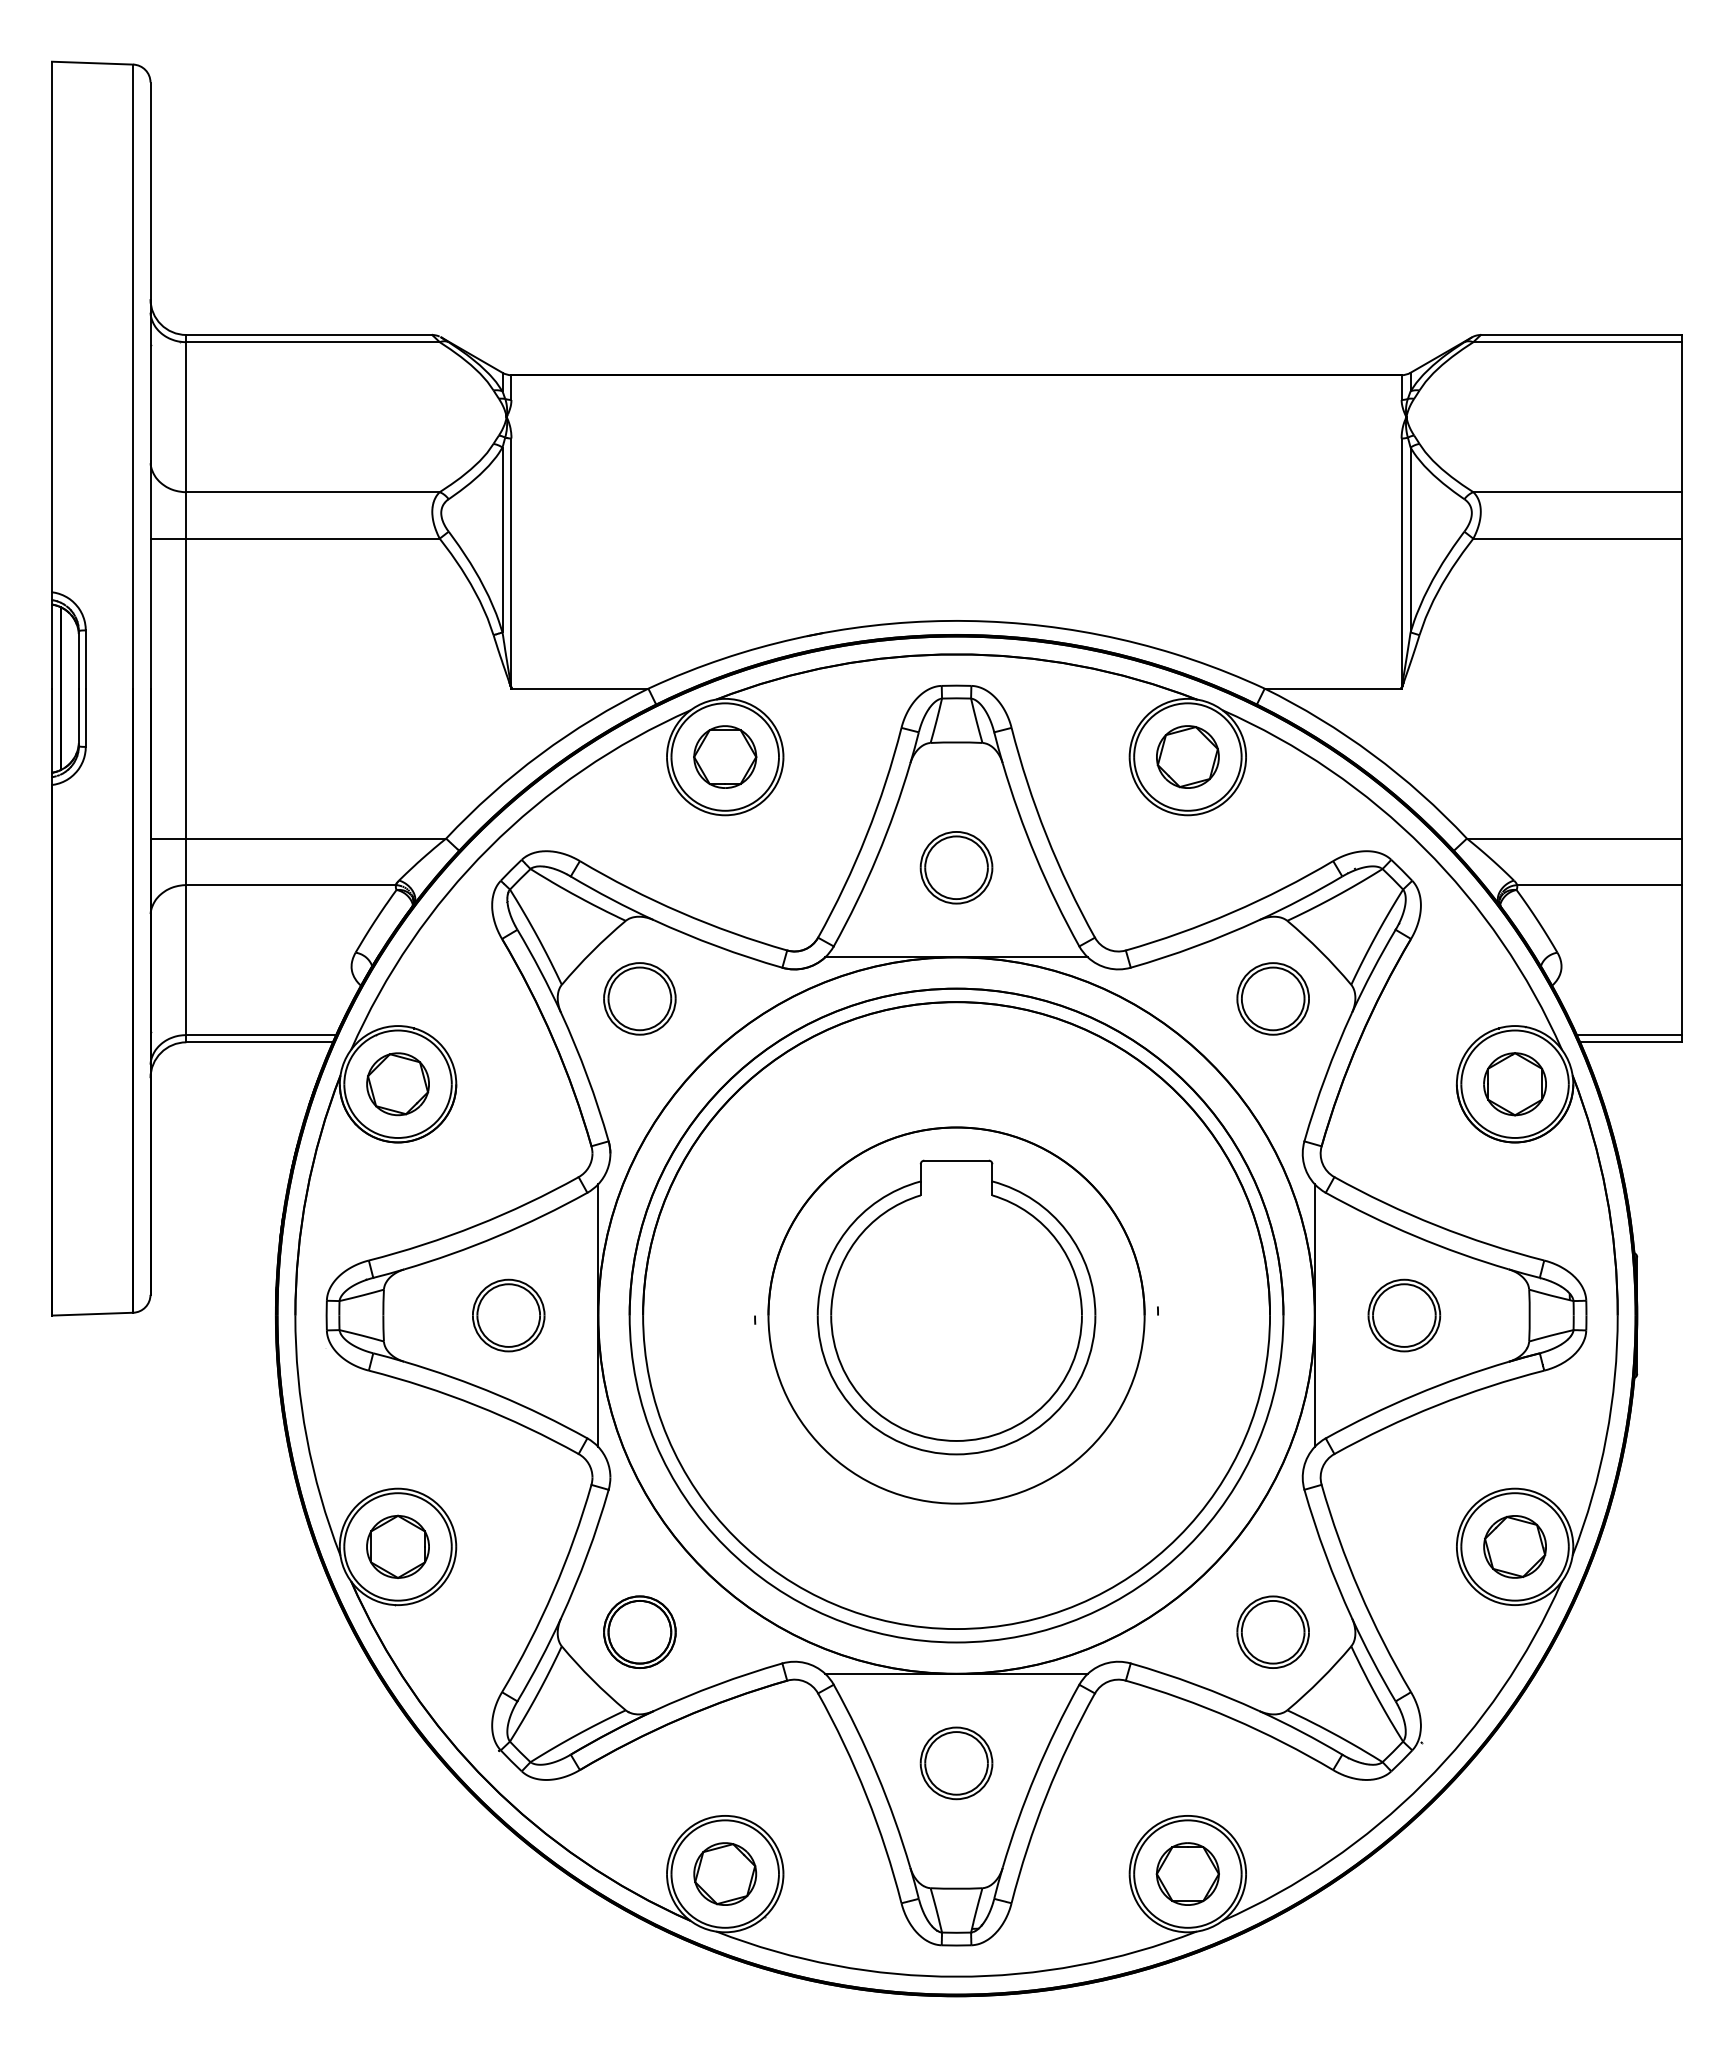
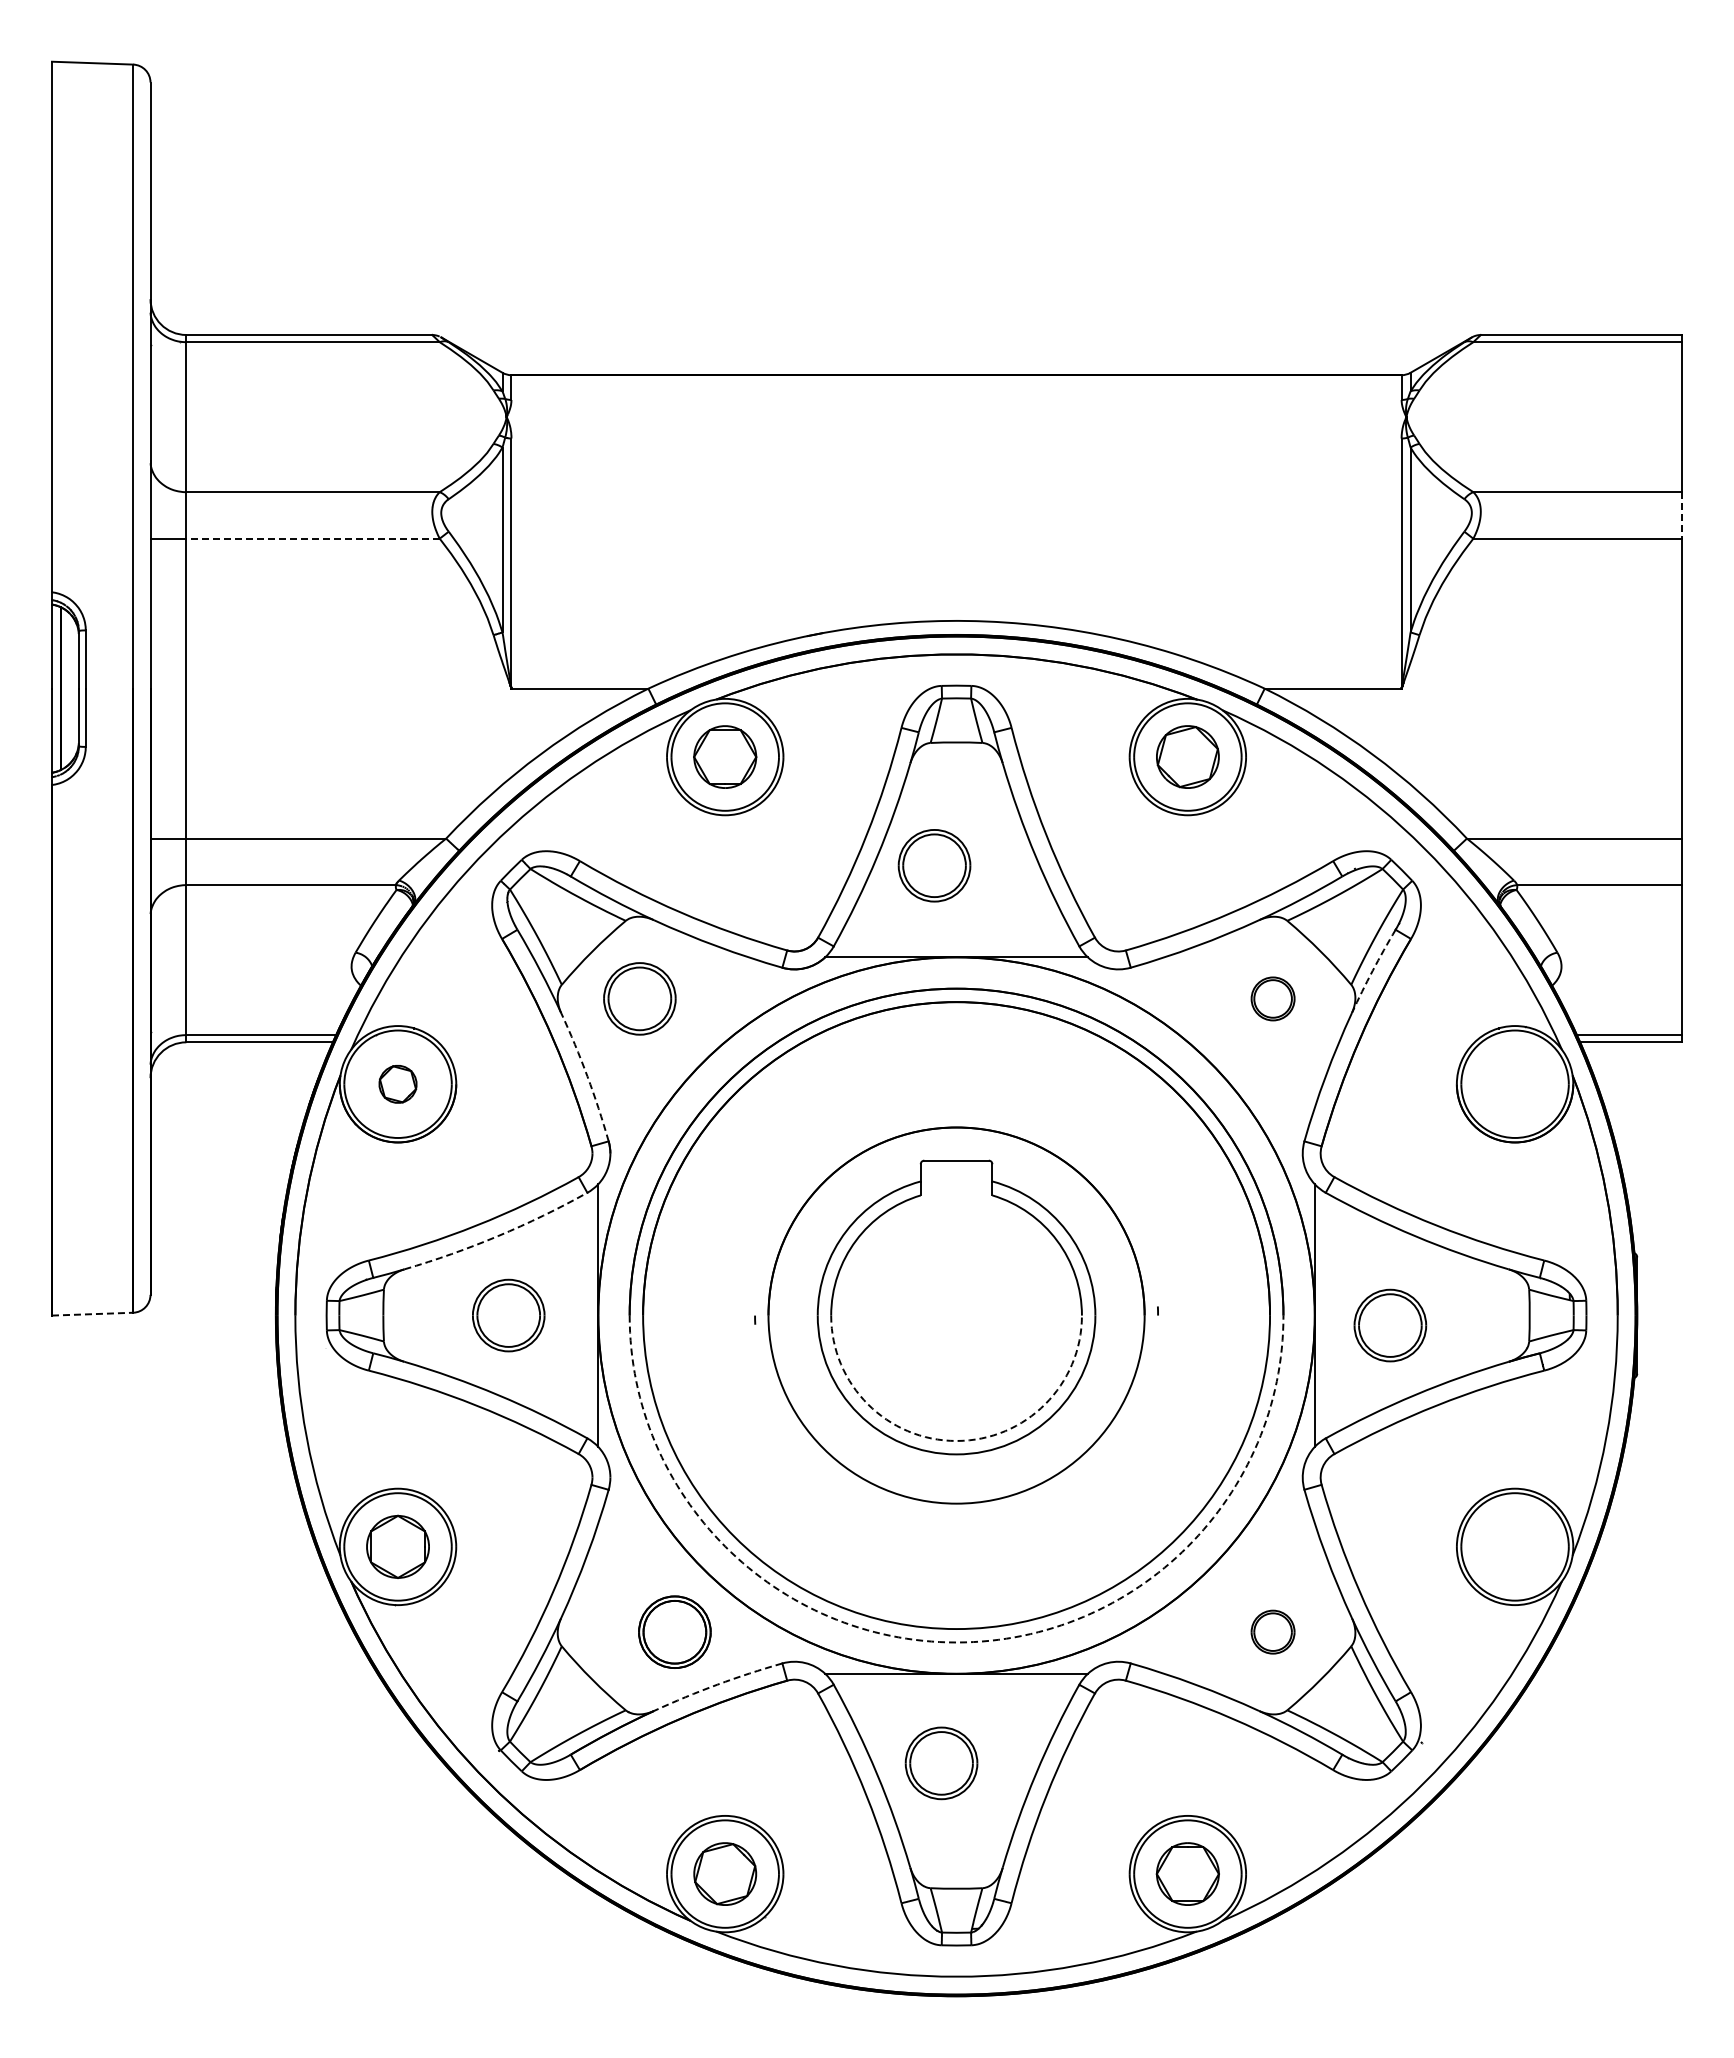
line at (1682, 515): solid -> dashed
line at (313, 538): solid -> dashed
part at (956, 867) position: (956, 867) -> (934, 865)
arc at (1372, 970): solid -> dashed
part at (1272, 998) size: 74x74 px -> 46x46 px
arc at (587, 1076): solid -> dashed
part at (397, 1084) size: 64x65 px -> 40x39 px
part at (1514, 1084): present -> none
arc at (498, 1236): solid -> dashed
line at (92, 1314): solid -> dashed
part at (1404, 1315) position: (1404, 1315) -> (1390, 1325)
arc at (956, 1440): solid -> dashed
part at (1514, 1546): present -> none
part at (639, 1631) position: (639, 1631) -> (674, 1631)
part at (1272, 1631) size: 74x74 px -> 46x46 px
arc at (956, 1642): solid -> dashed
arc at (717, 1684): solid -> dashed
part at (956, 1763) position: (956, 1763) -> (941, 1763)
